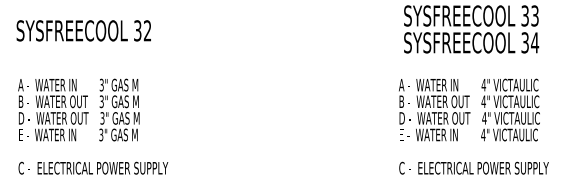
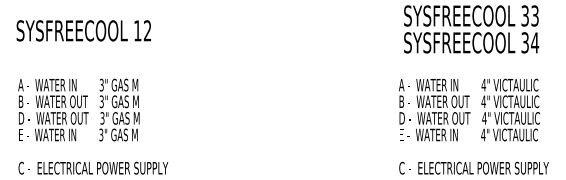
text at (137, 30): 32 -> 12
